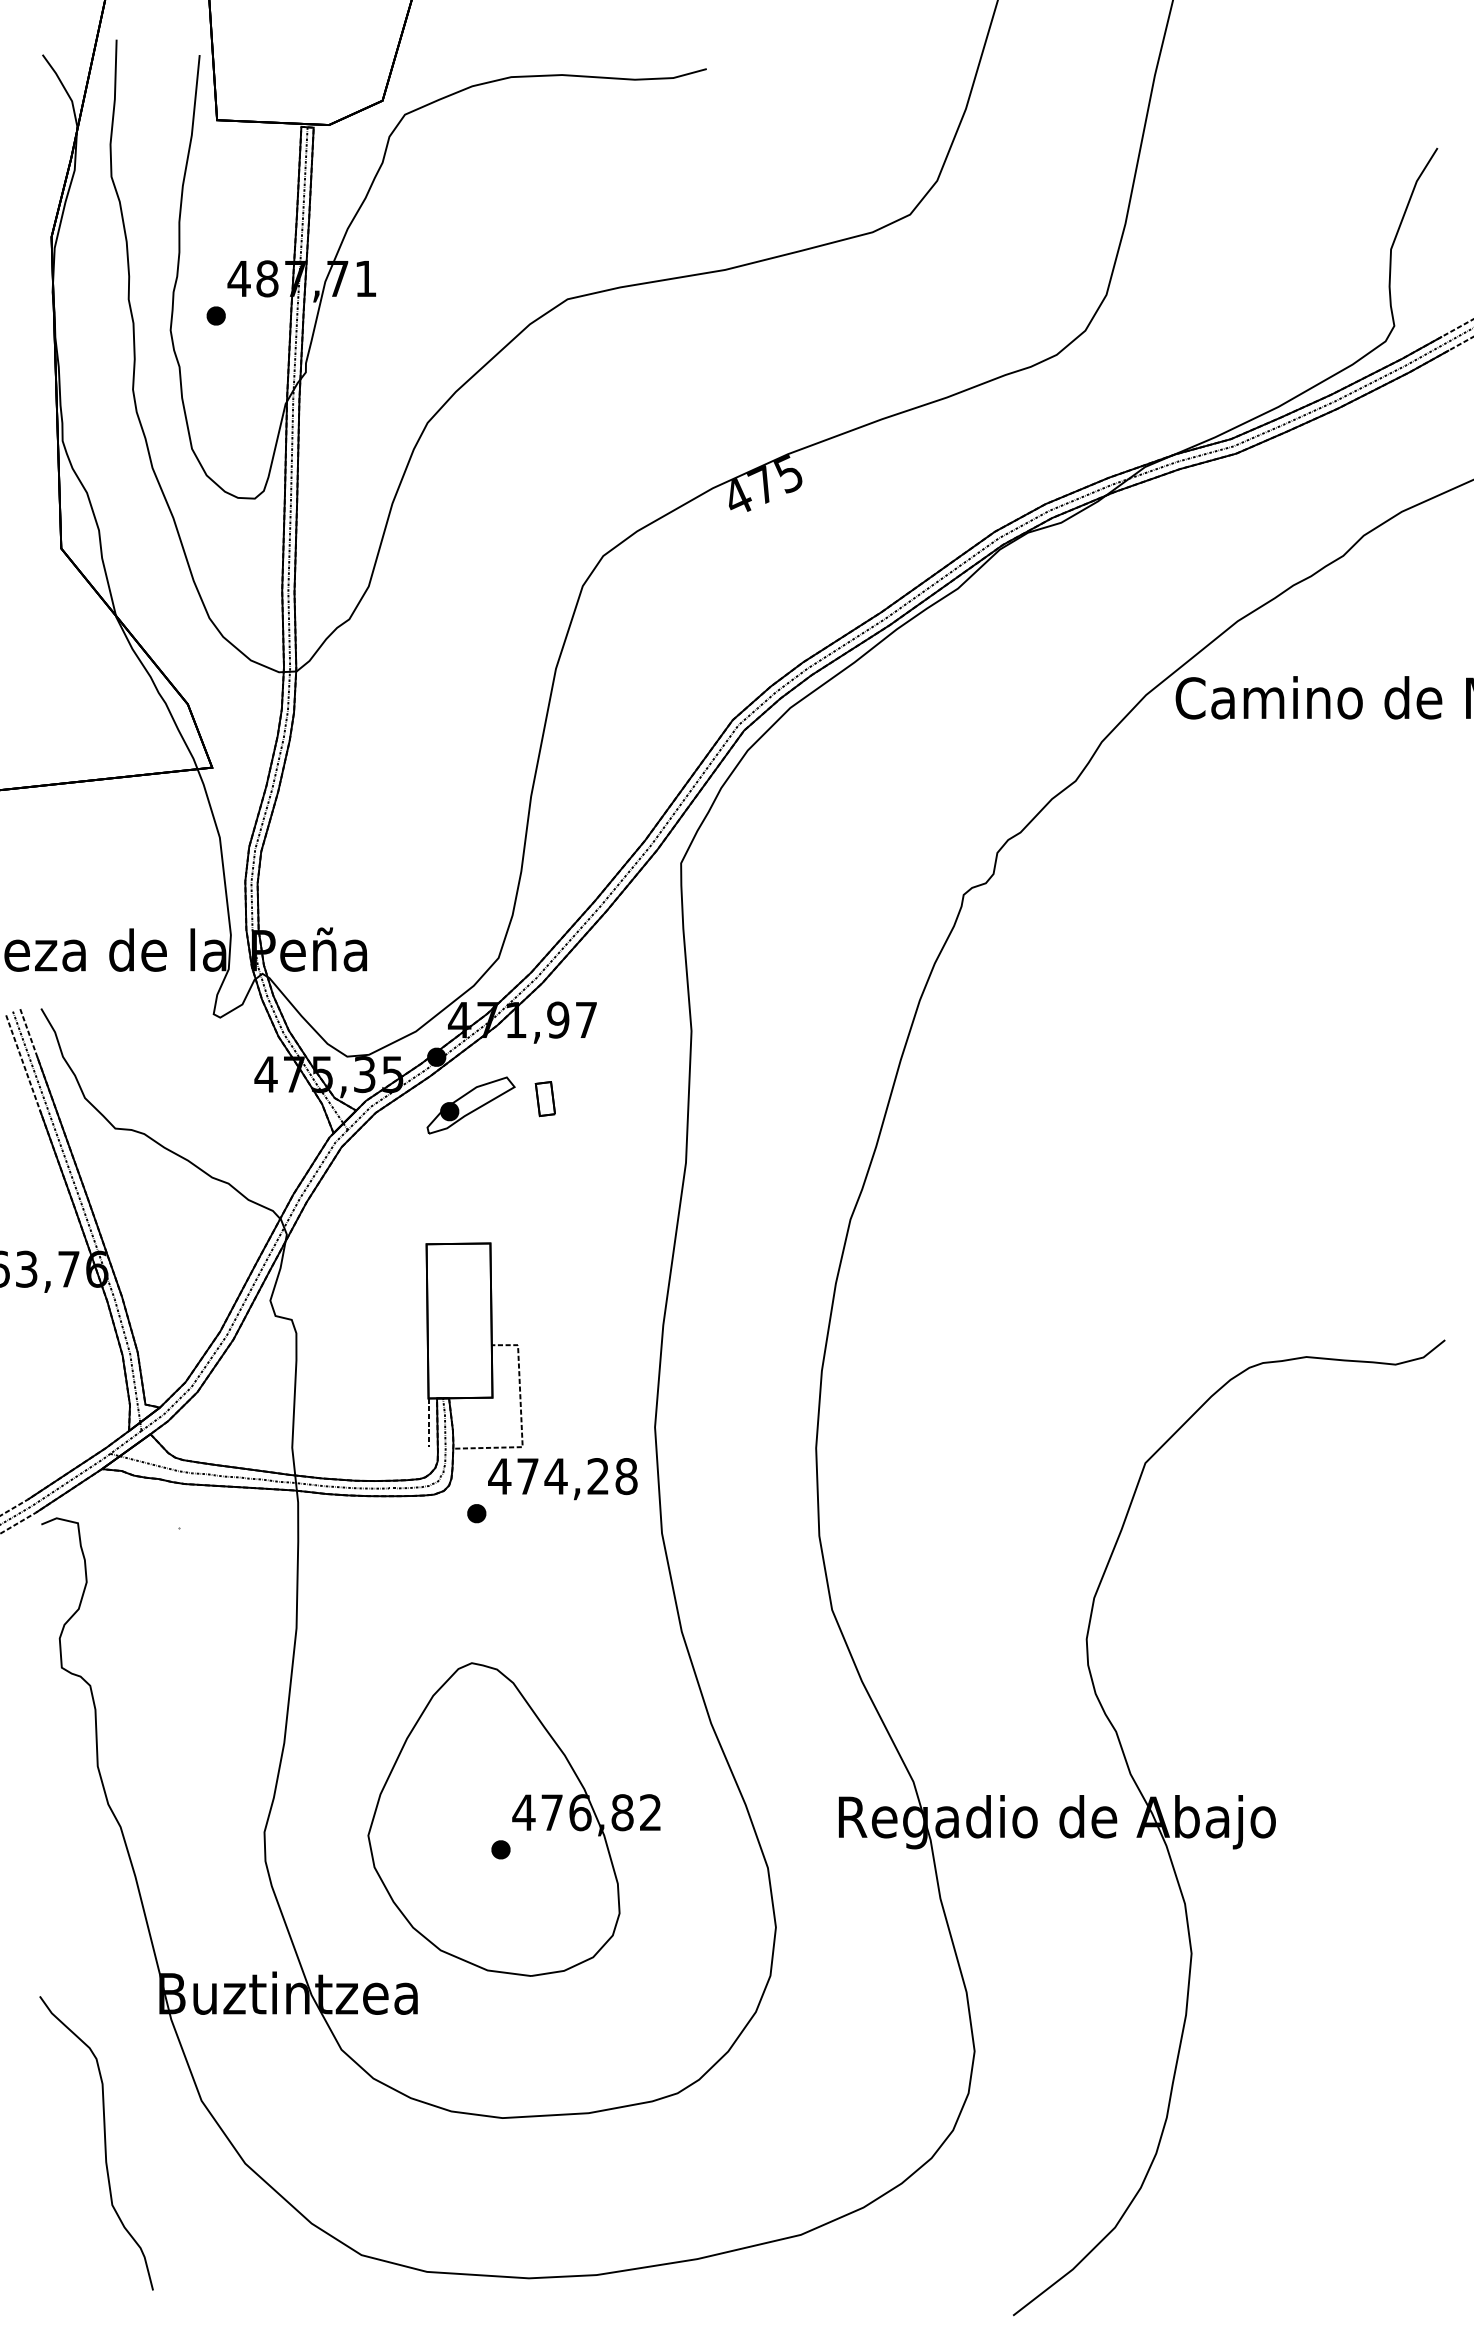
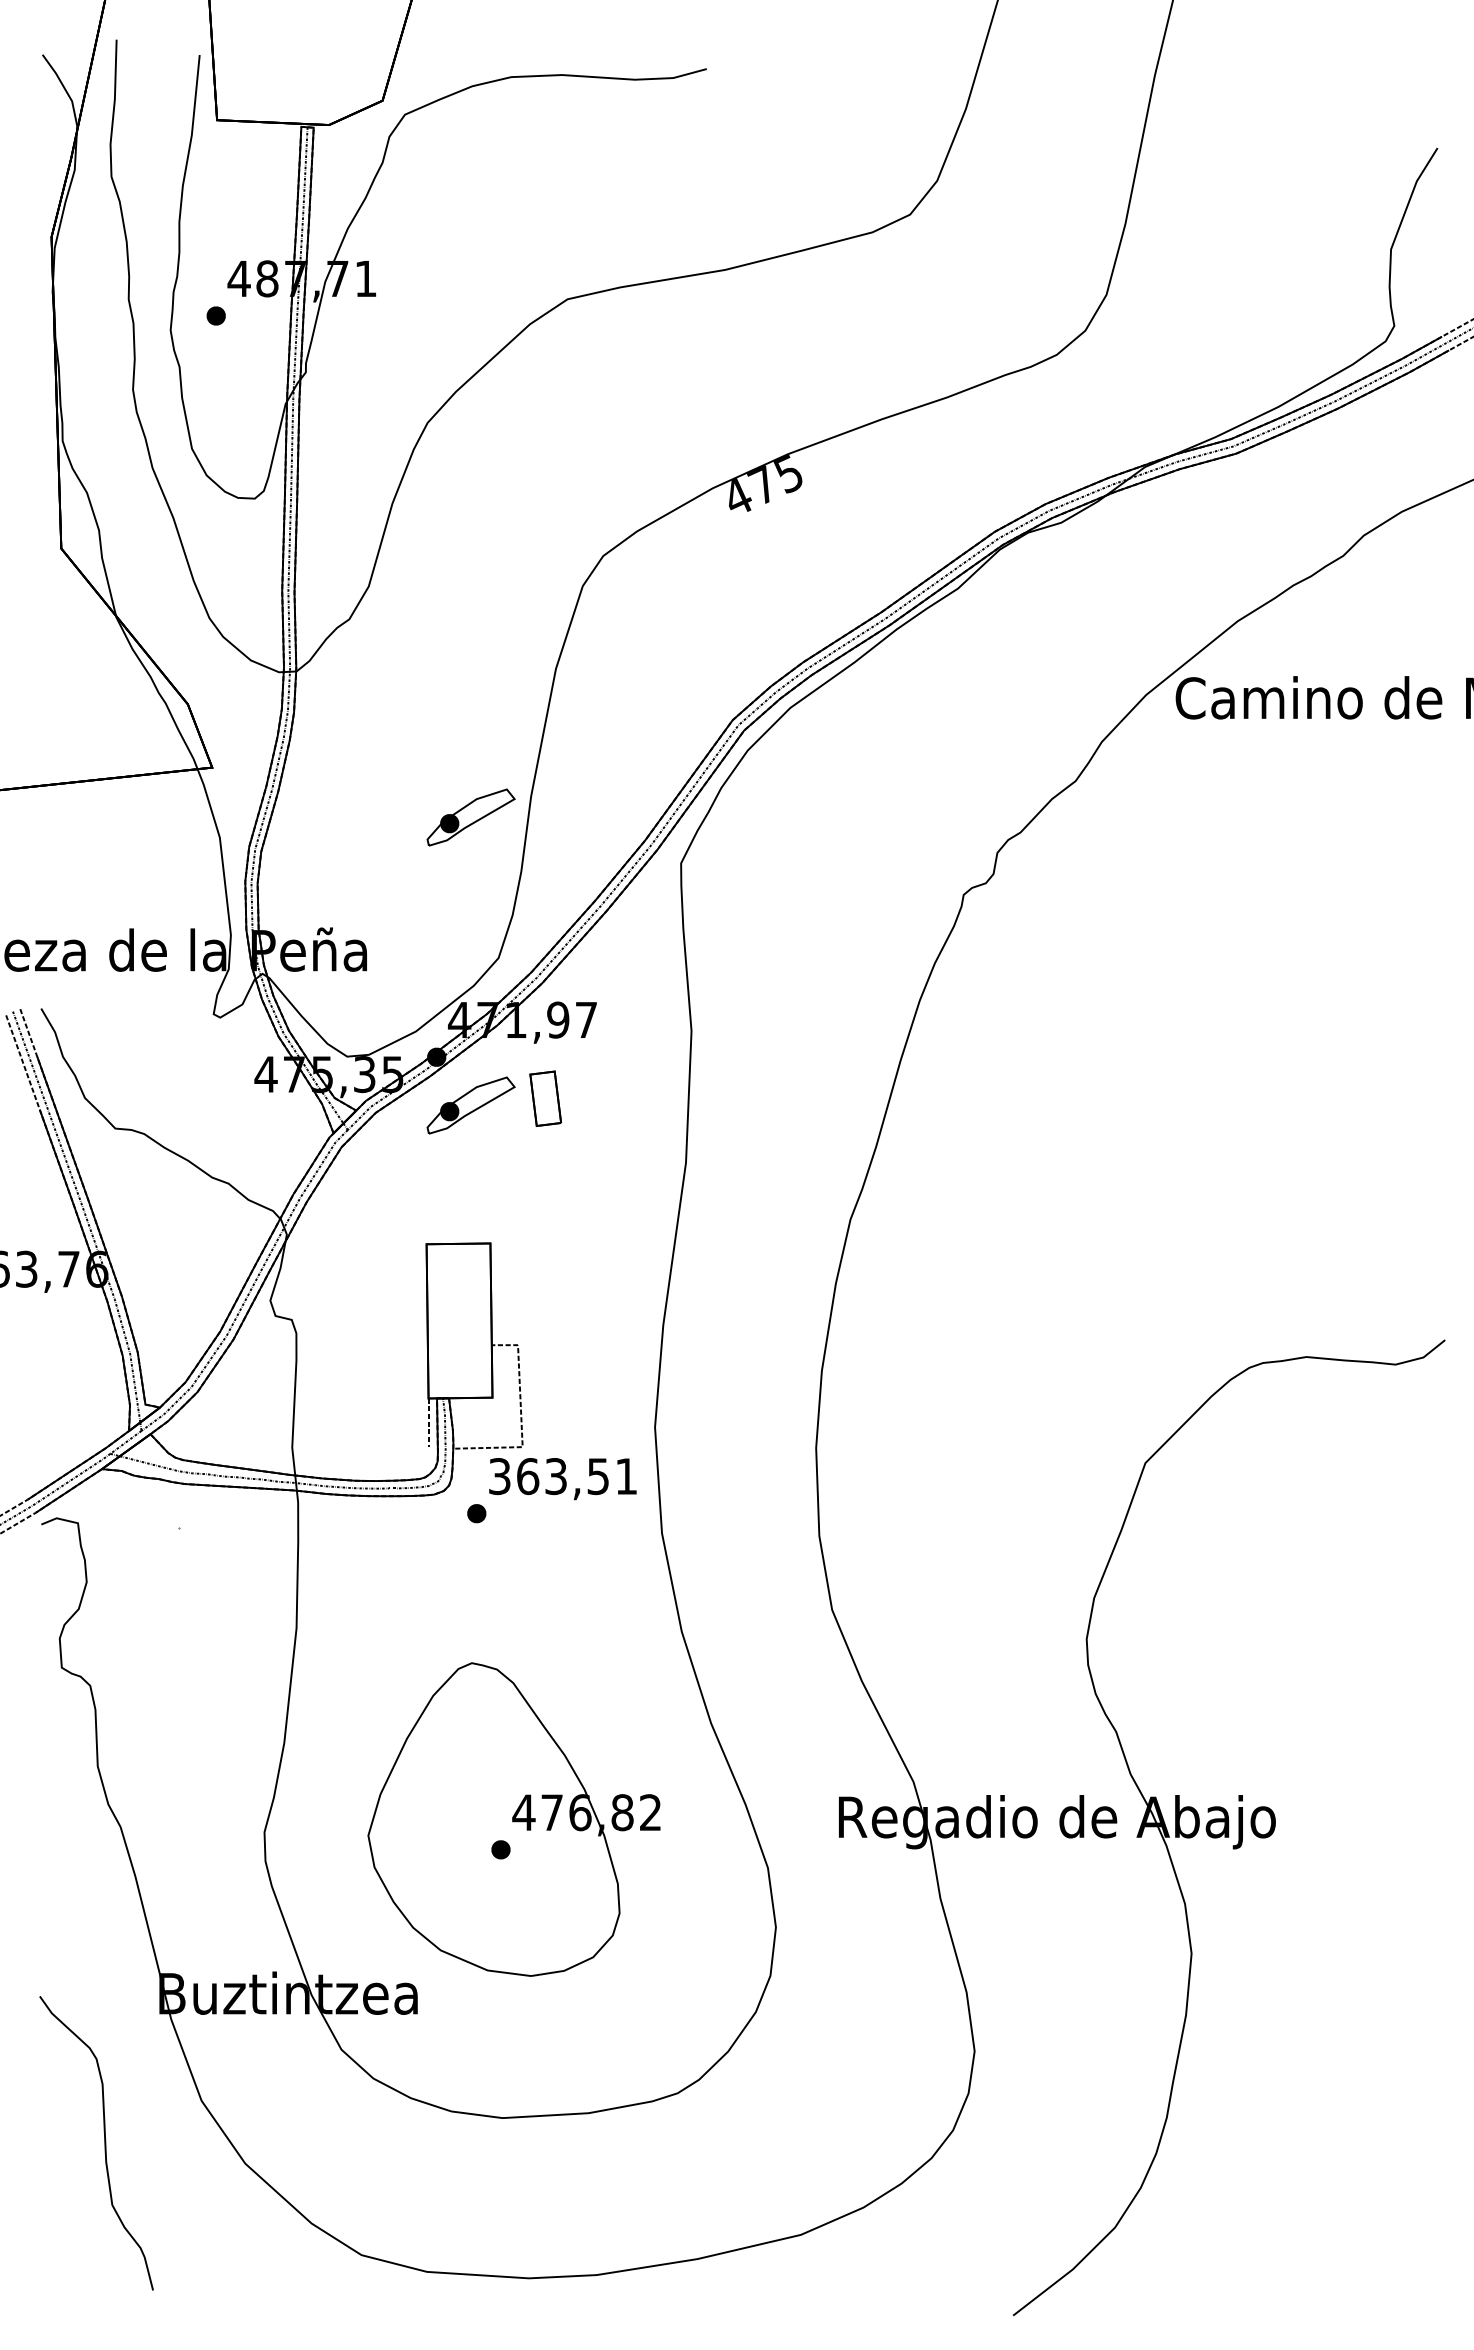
part at (470, 817): none -> present
part at (544, 1099) size: 22x37 px -> 33x57 px
text at (562, 1476): 474,28 -> 363,51
